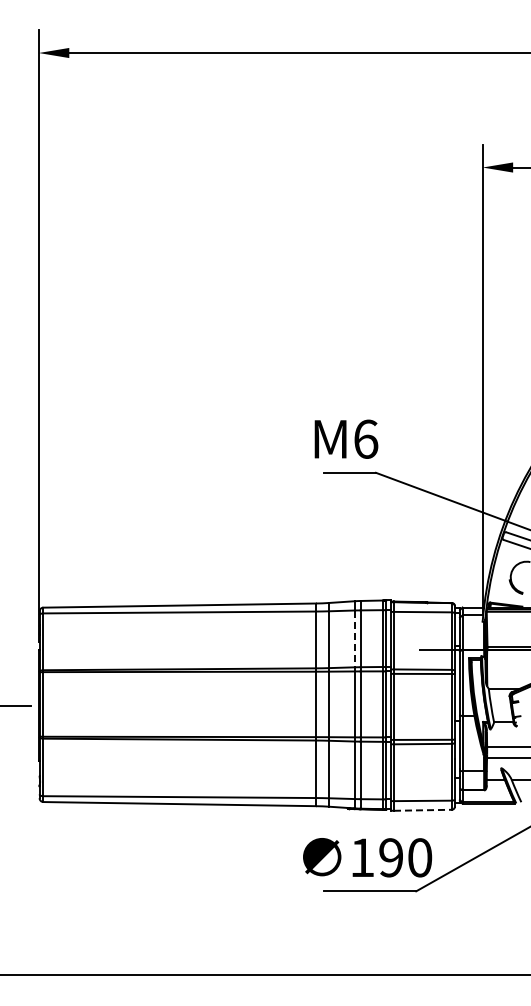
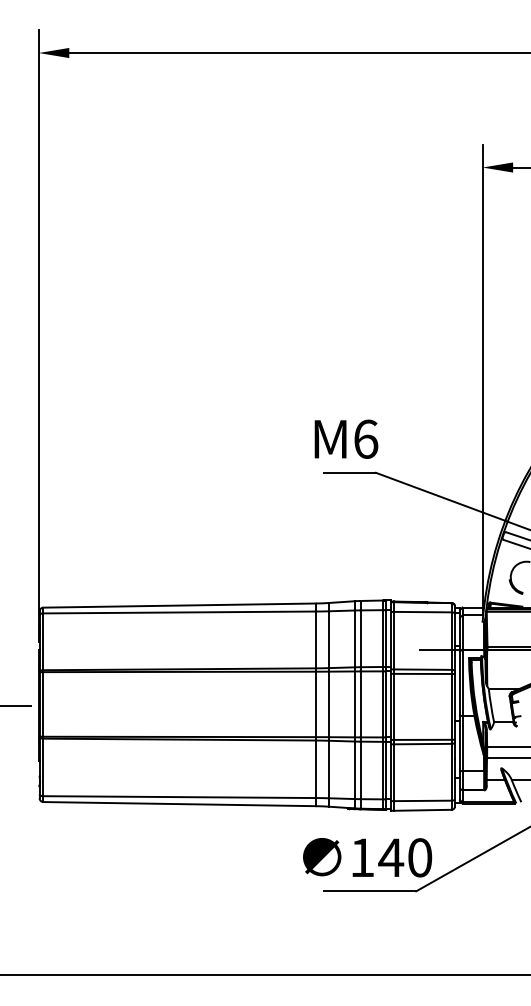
line at (354, 639): dashed -> solid
line at (422, 810): dashed -> solid
text at (391, 857): 190 -> 140
